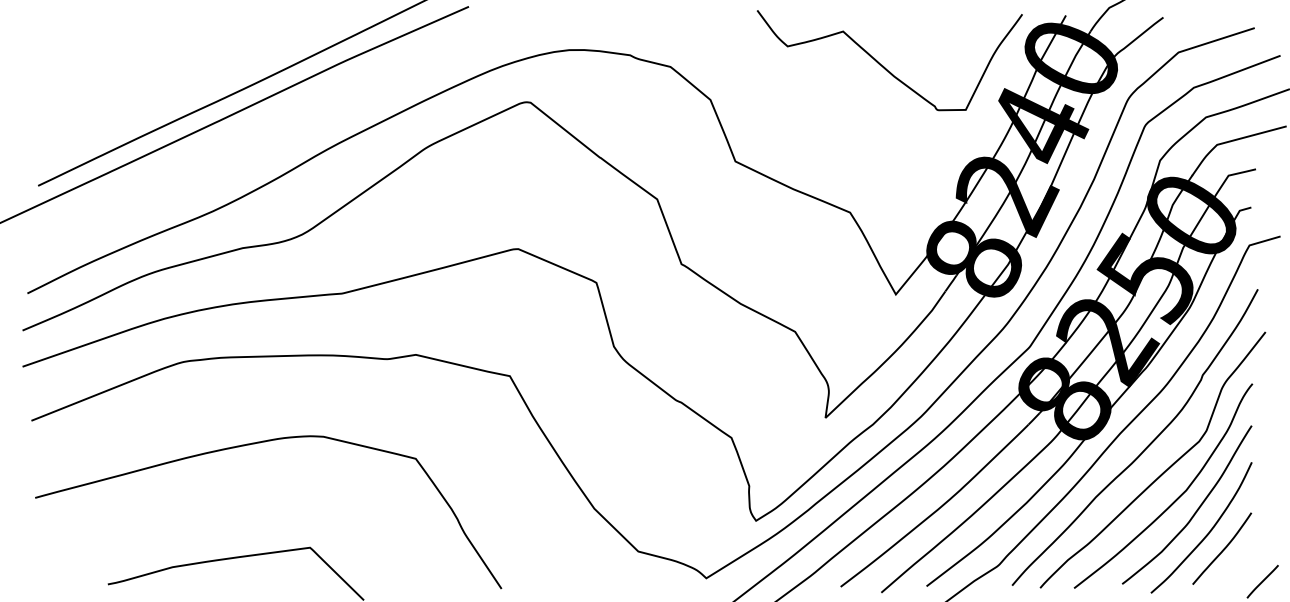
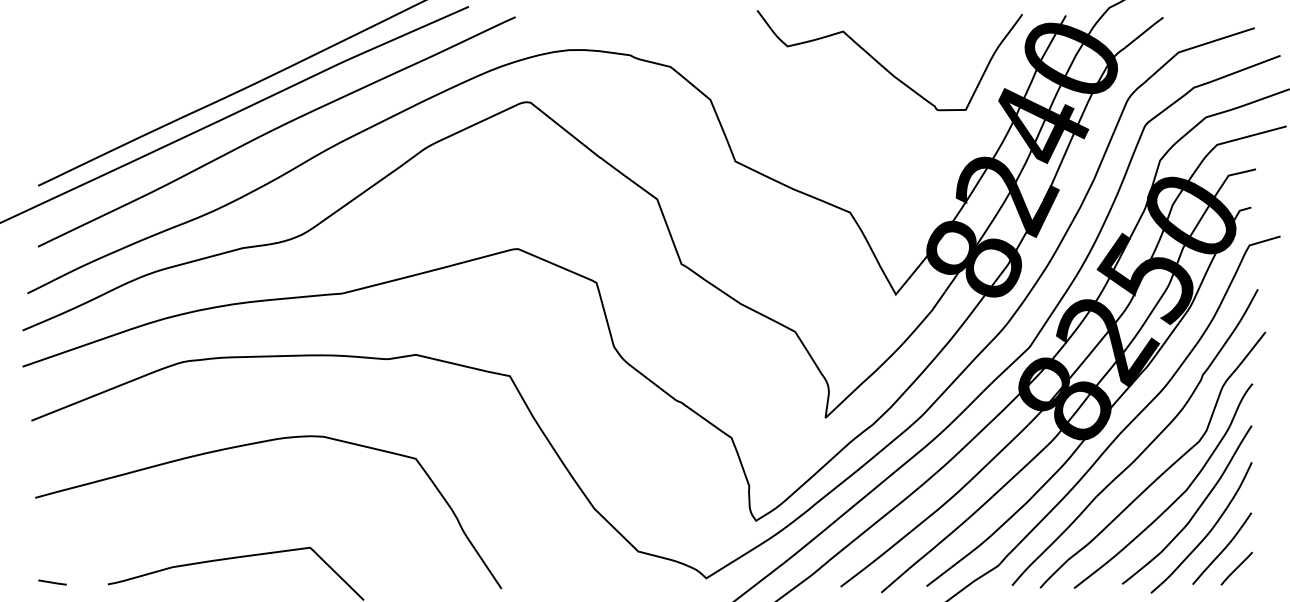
curve at (276, 129): none -> present
line at (1262, 581) position: (1262, 581) -> (1236, 568)
line at (52, 582): none -> present
